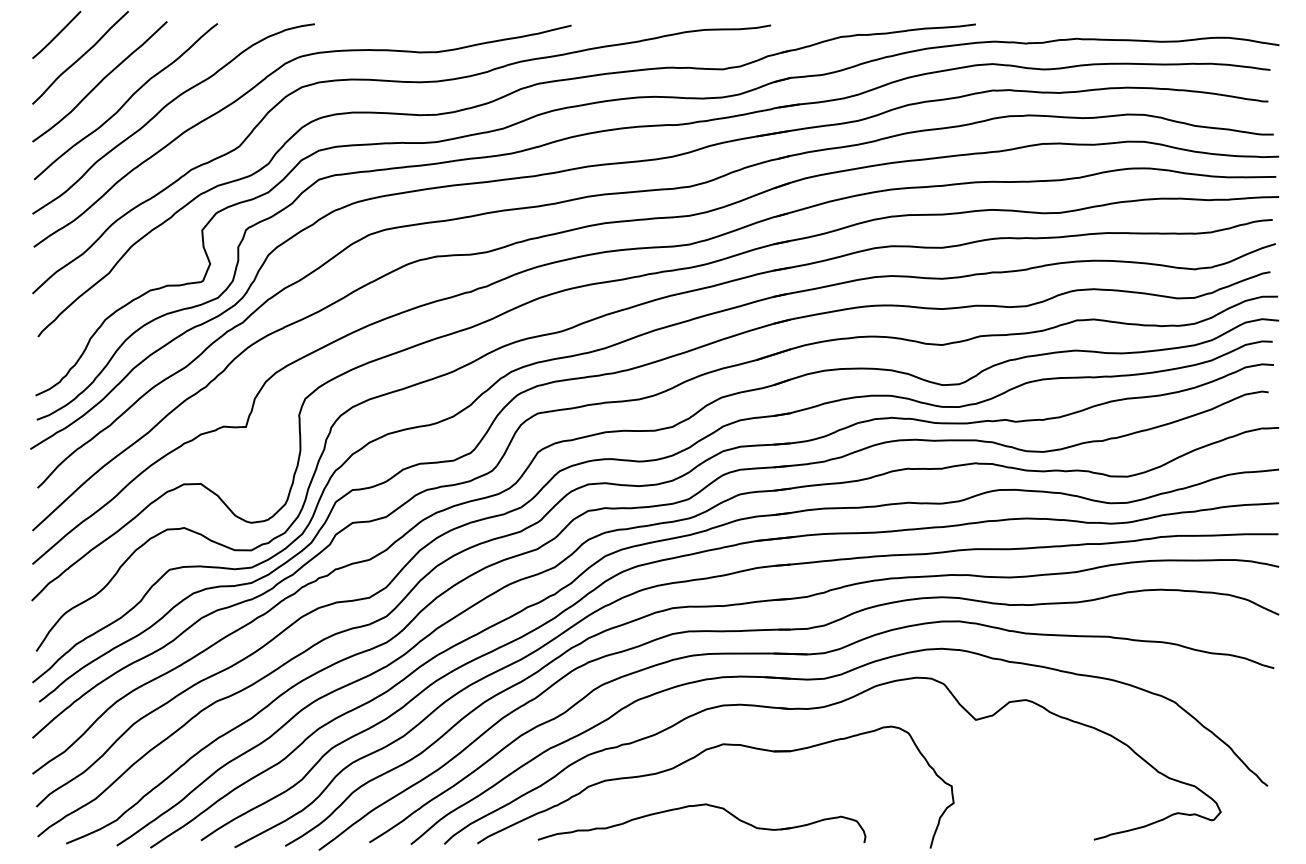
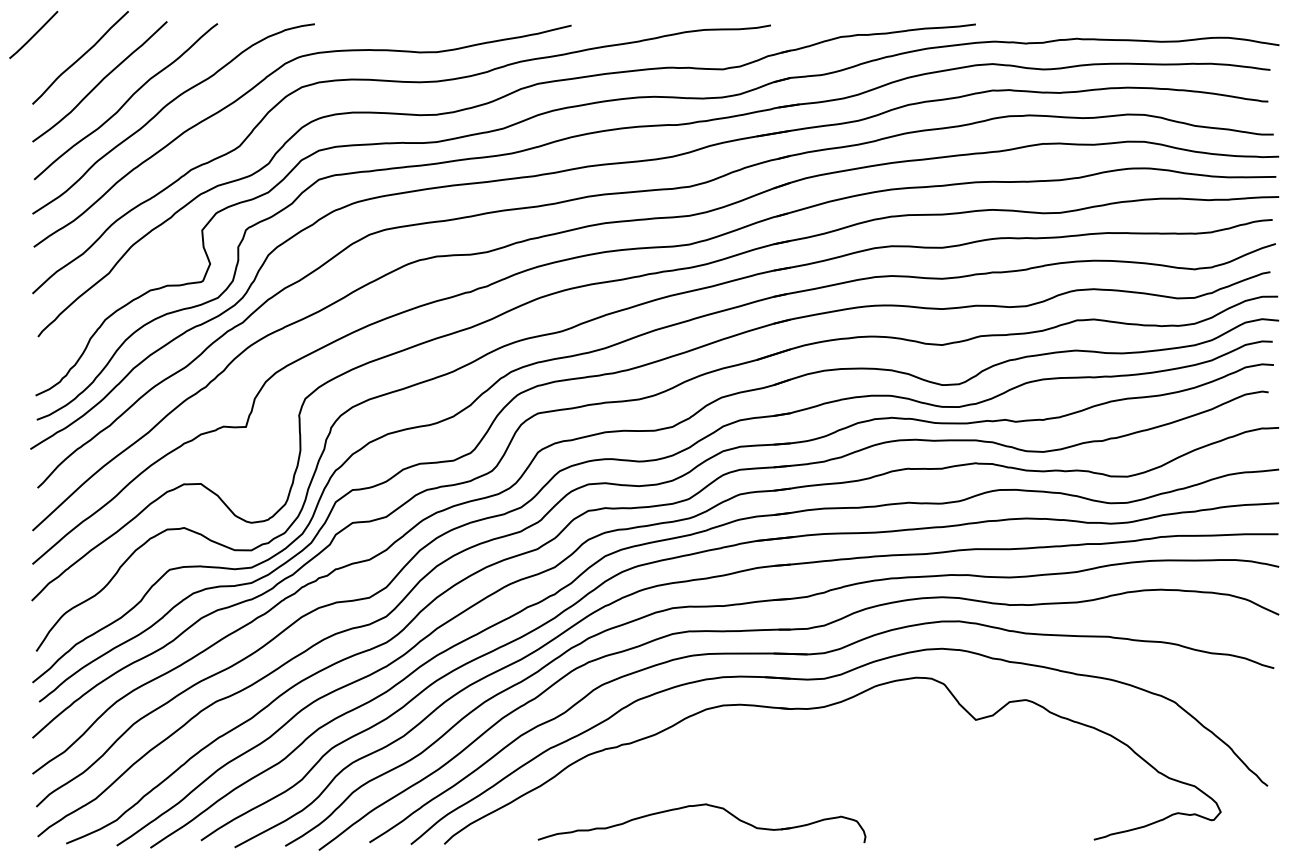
line at (56, 34) position: (56, 34) -> (33, 34)
part at (696, 757): present -> none
